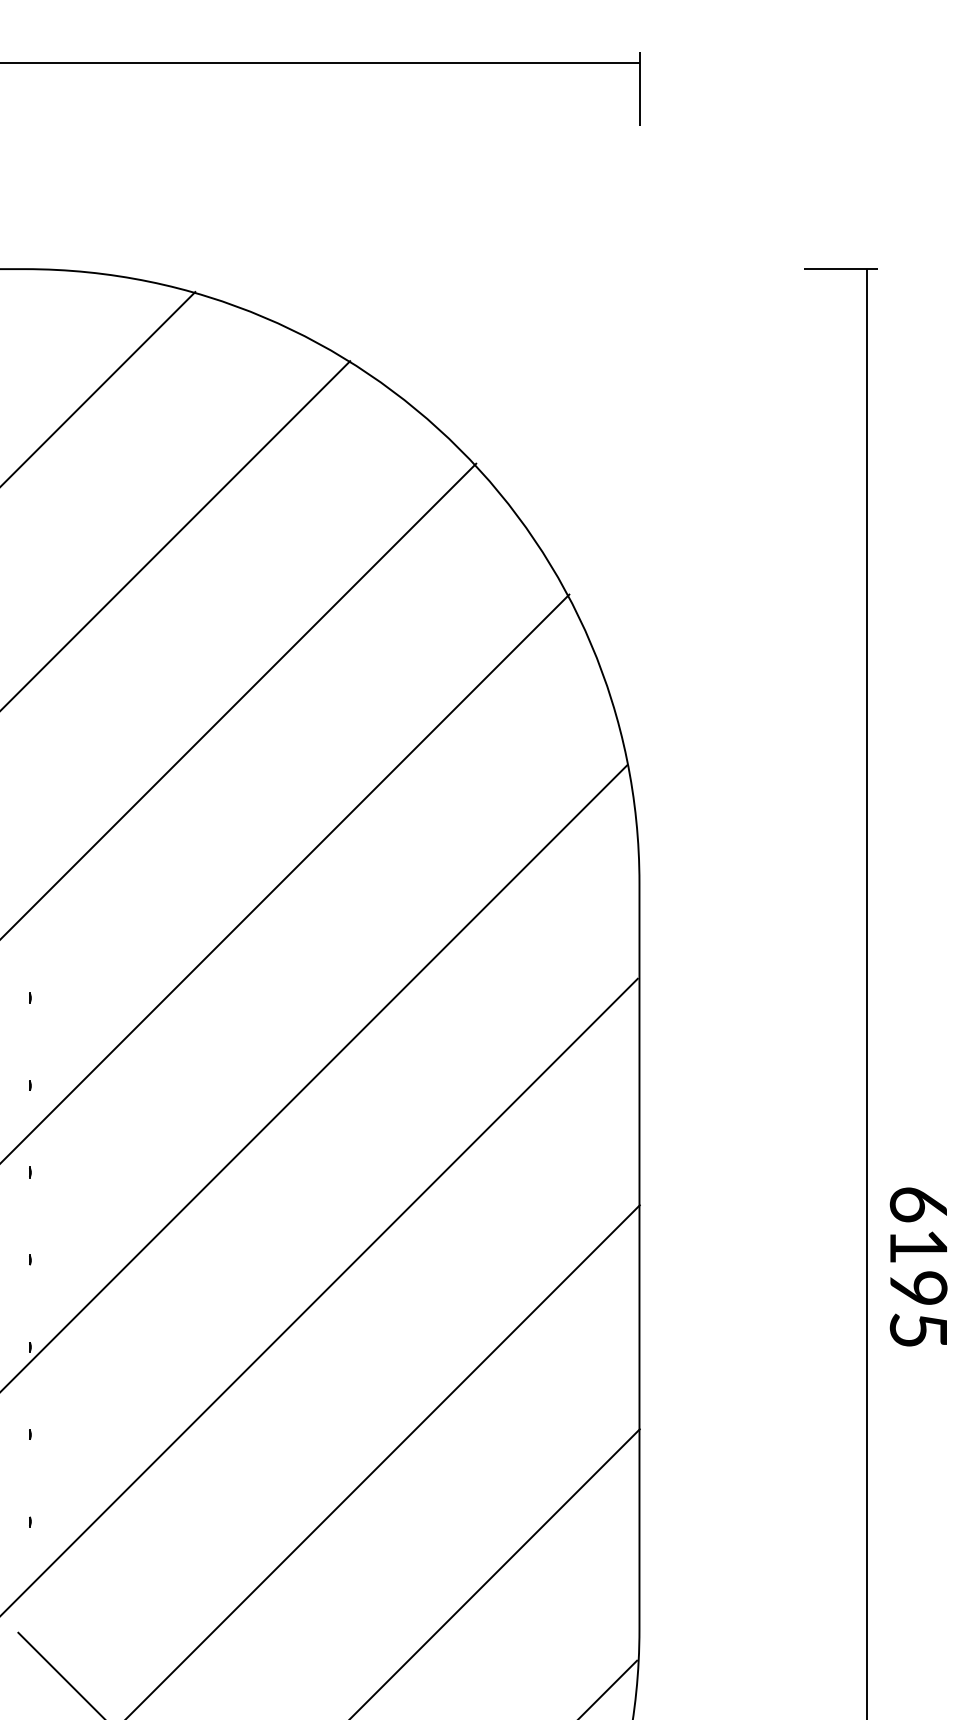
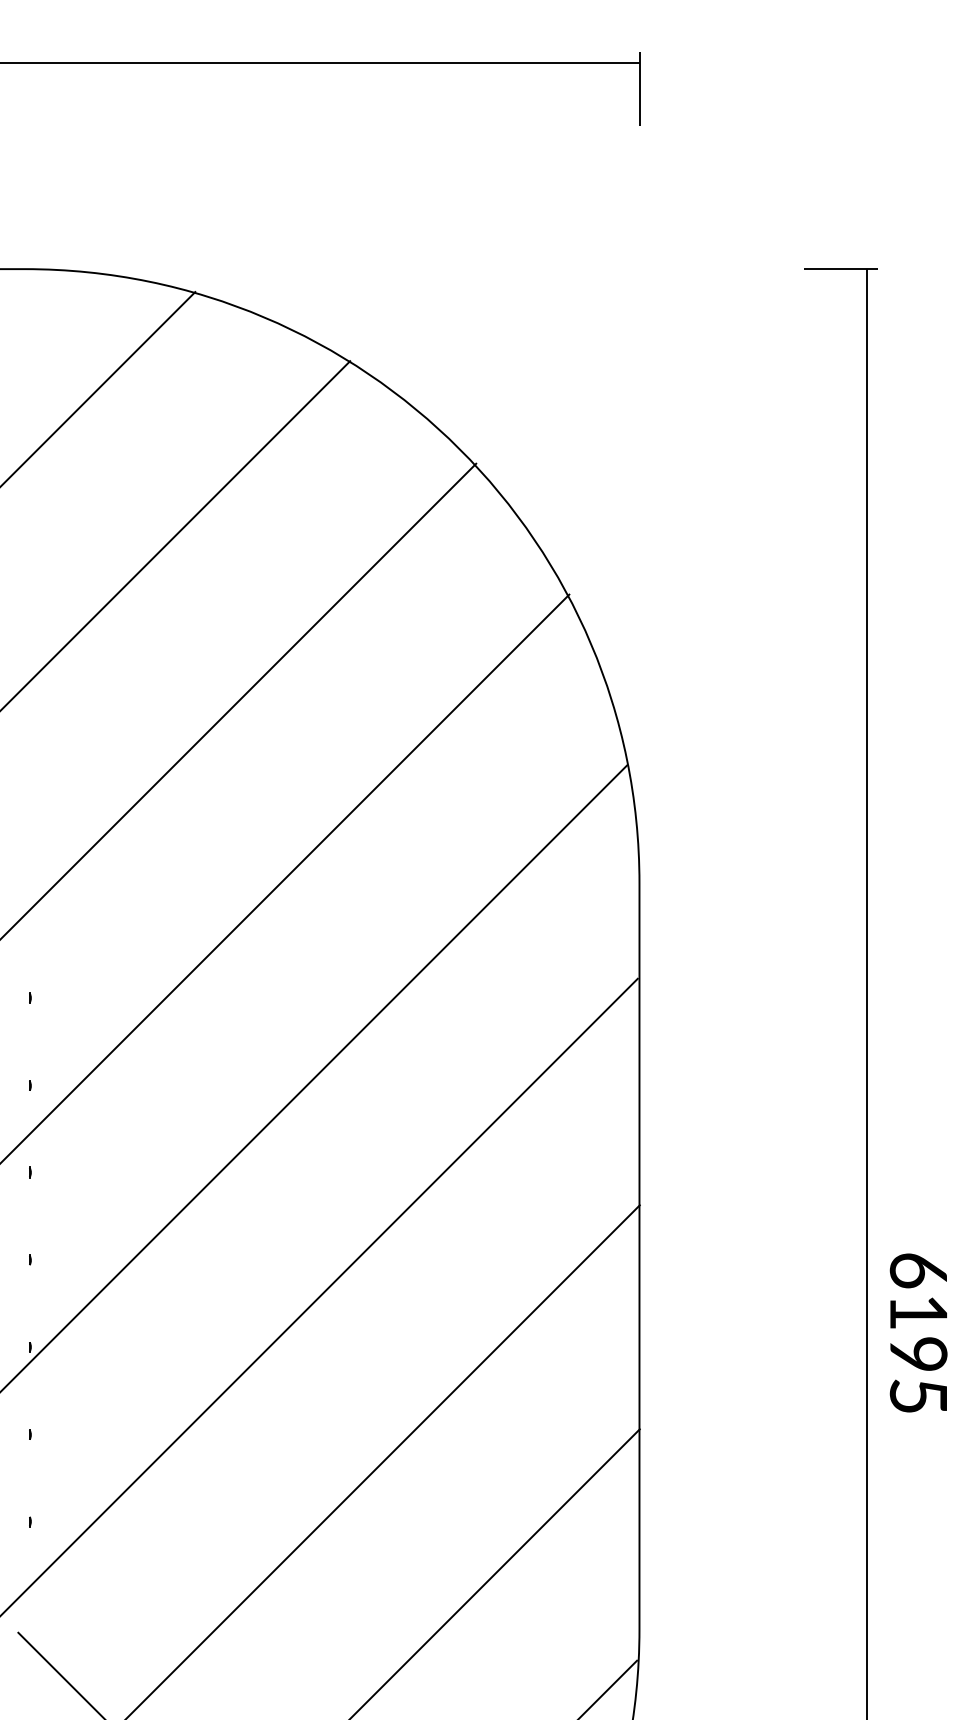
text at (918, 1266) position: (918, 1266) -> (918, 1332)
